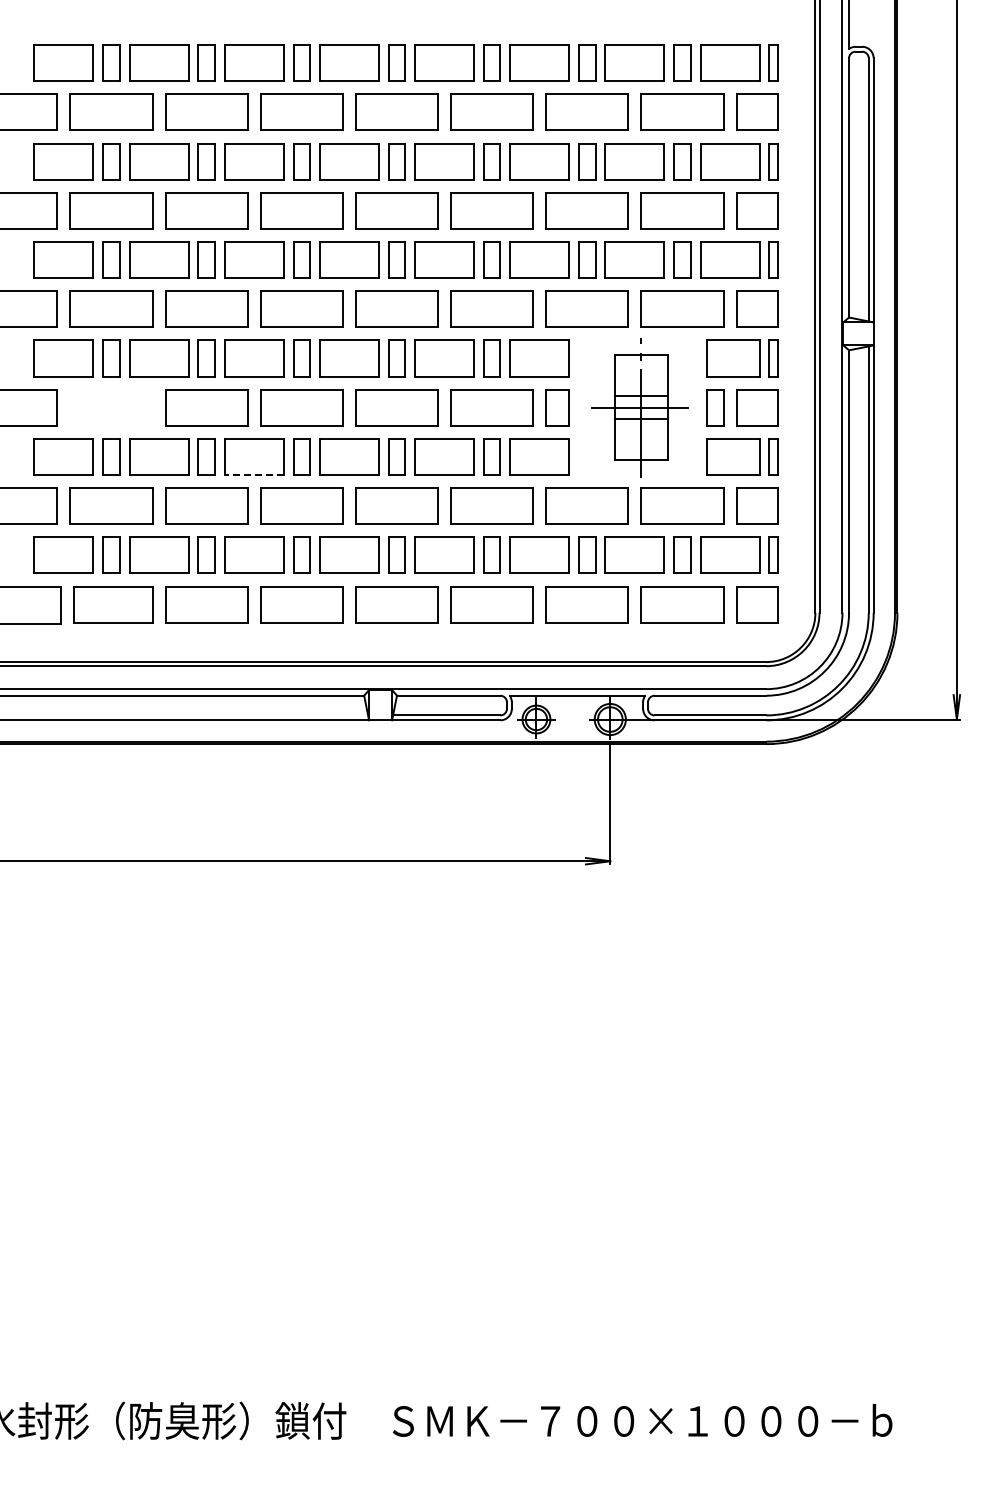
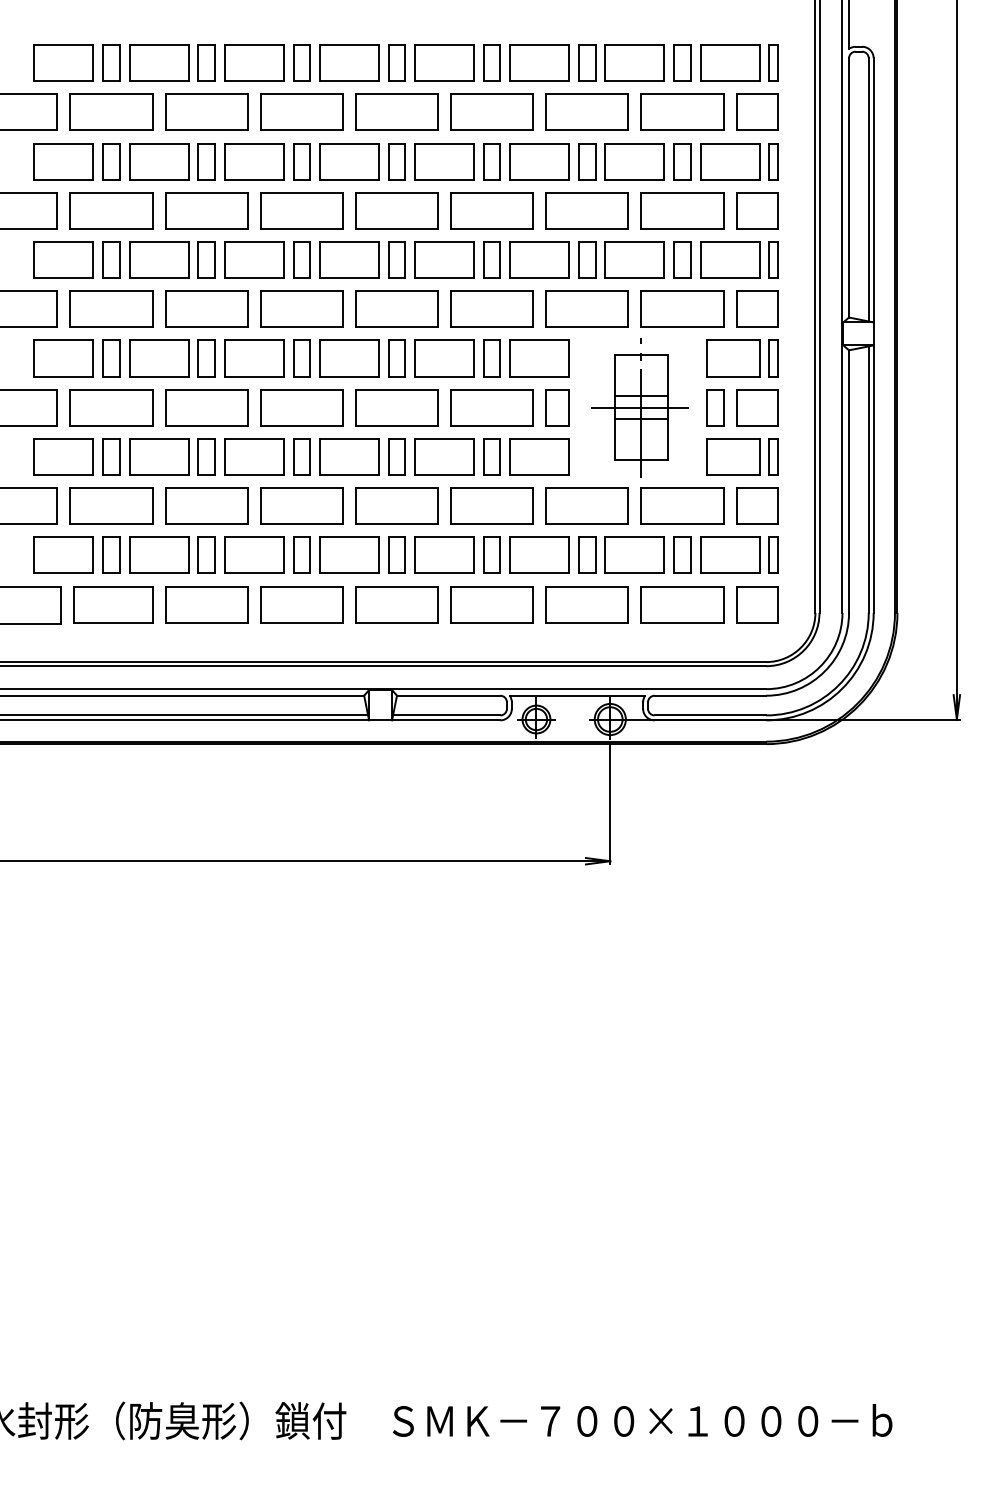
part at (111, 407): none -> present
line at (254, 475): dashed -> solid
line at (184, 715): none -> present
